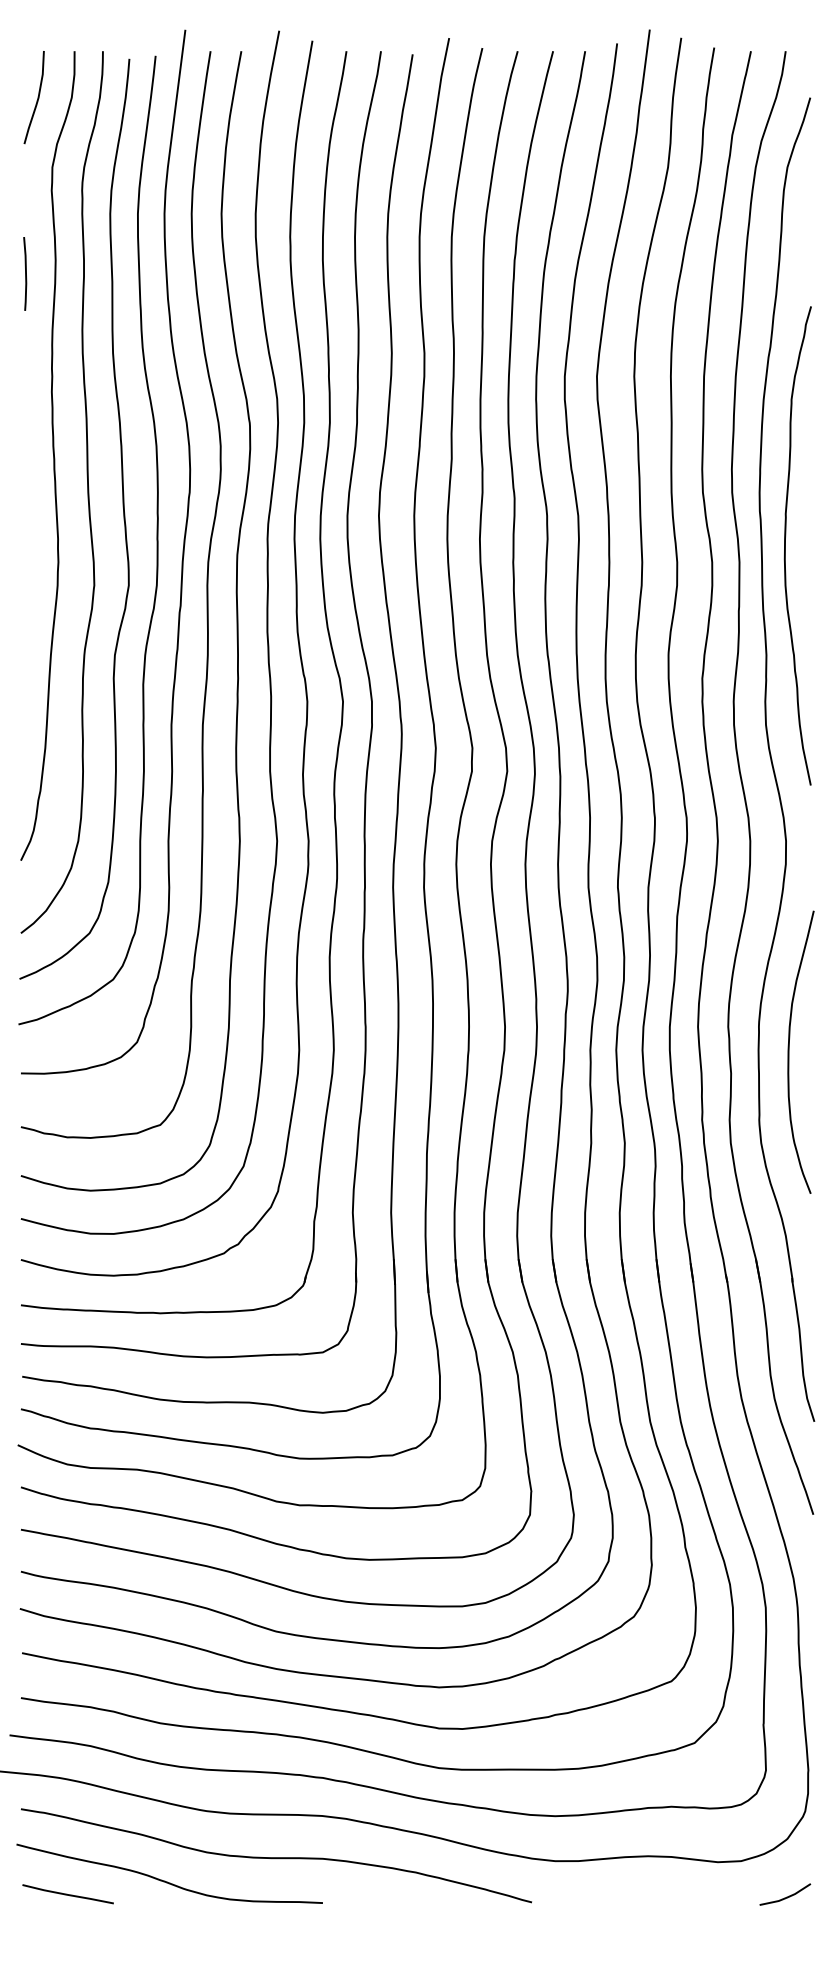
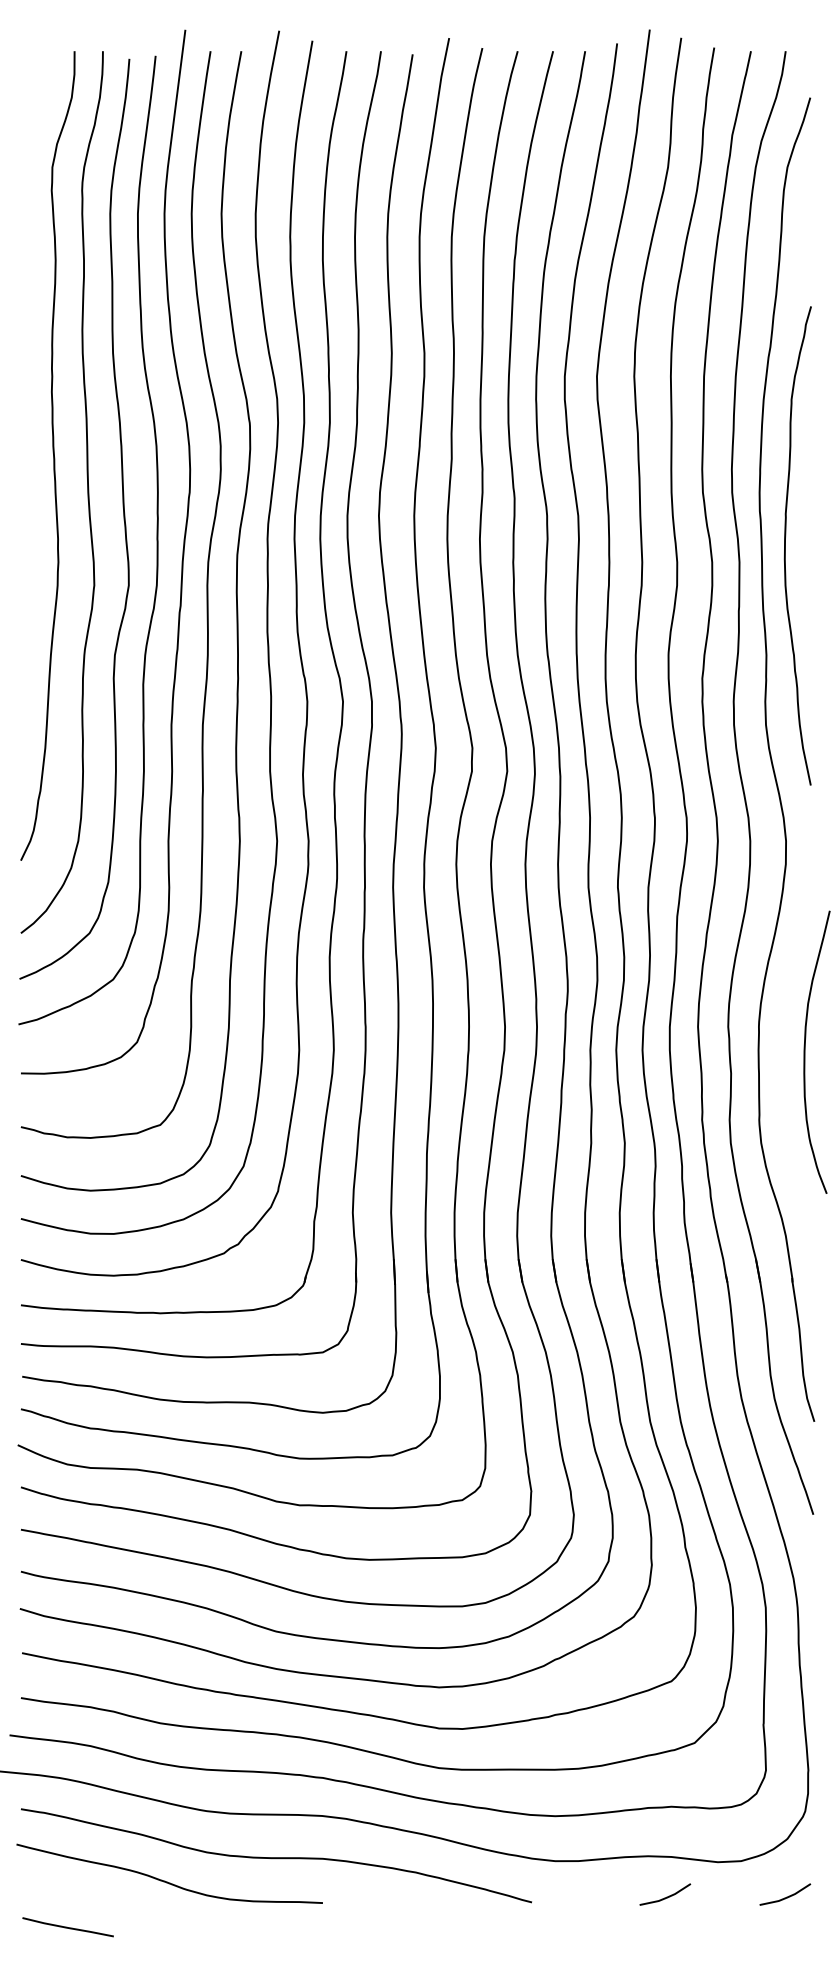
curve at (37, 97): present -> none
line at (25, 273): present -> none
curve at (789, 1051) position: (789, 1051) -> (805, 1051)
line at (67, 1894) position: (67, 1894) -> (67, 1927)
line at (666, 1896): none -> present
